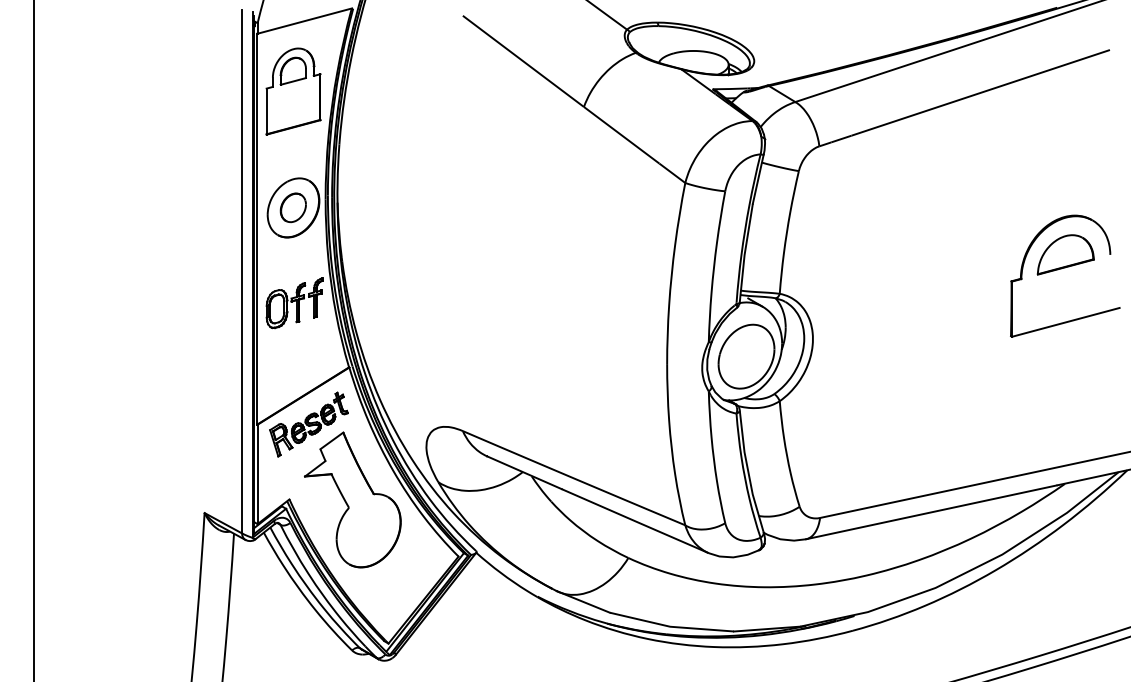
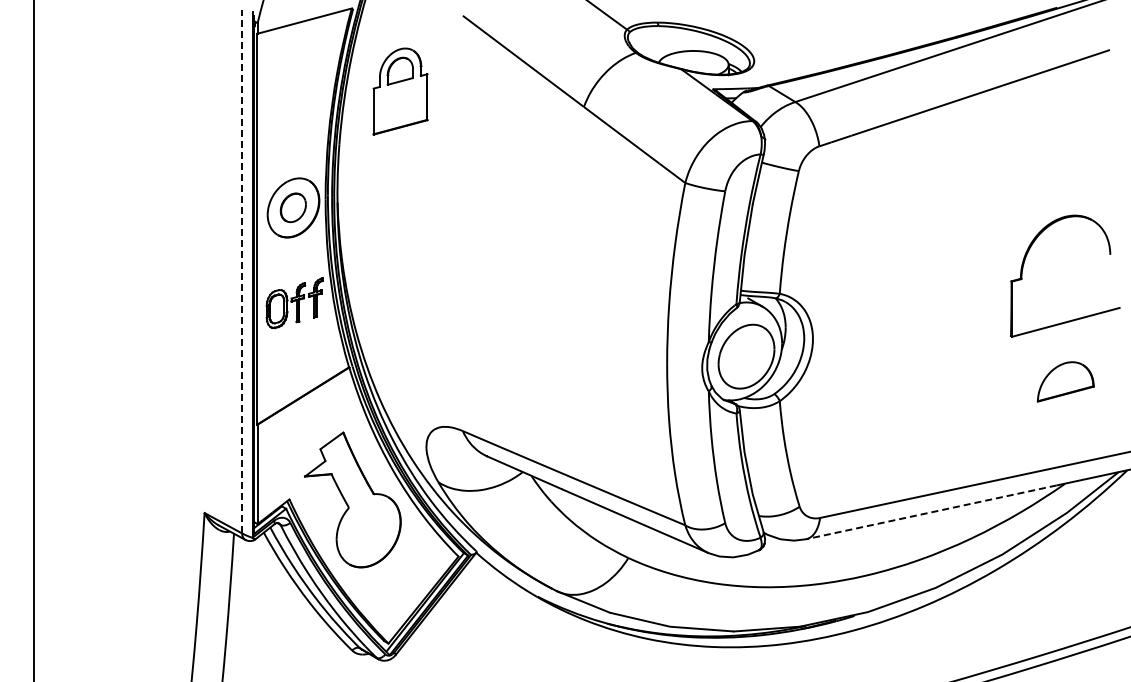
part at (293, 91) position: (293, 91) -> (400, 91)
part at (1065, 254) position: (1065, 254) -> (1065, 381)
line at (242, 271): solid -> dashed
part at (308, 424): present -> none
line at (930, 512): solid -> dashed
